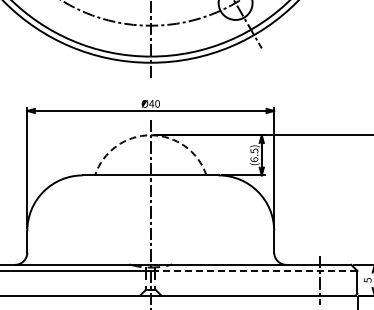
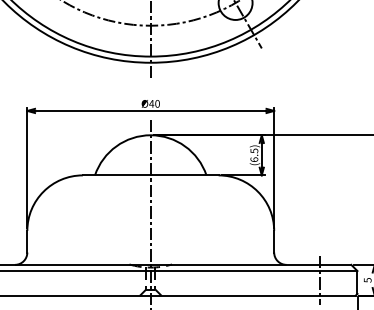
arc at (150, 135): dashed -> solid
line at (253, 271): dashed -> solid
